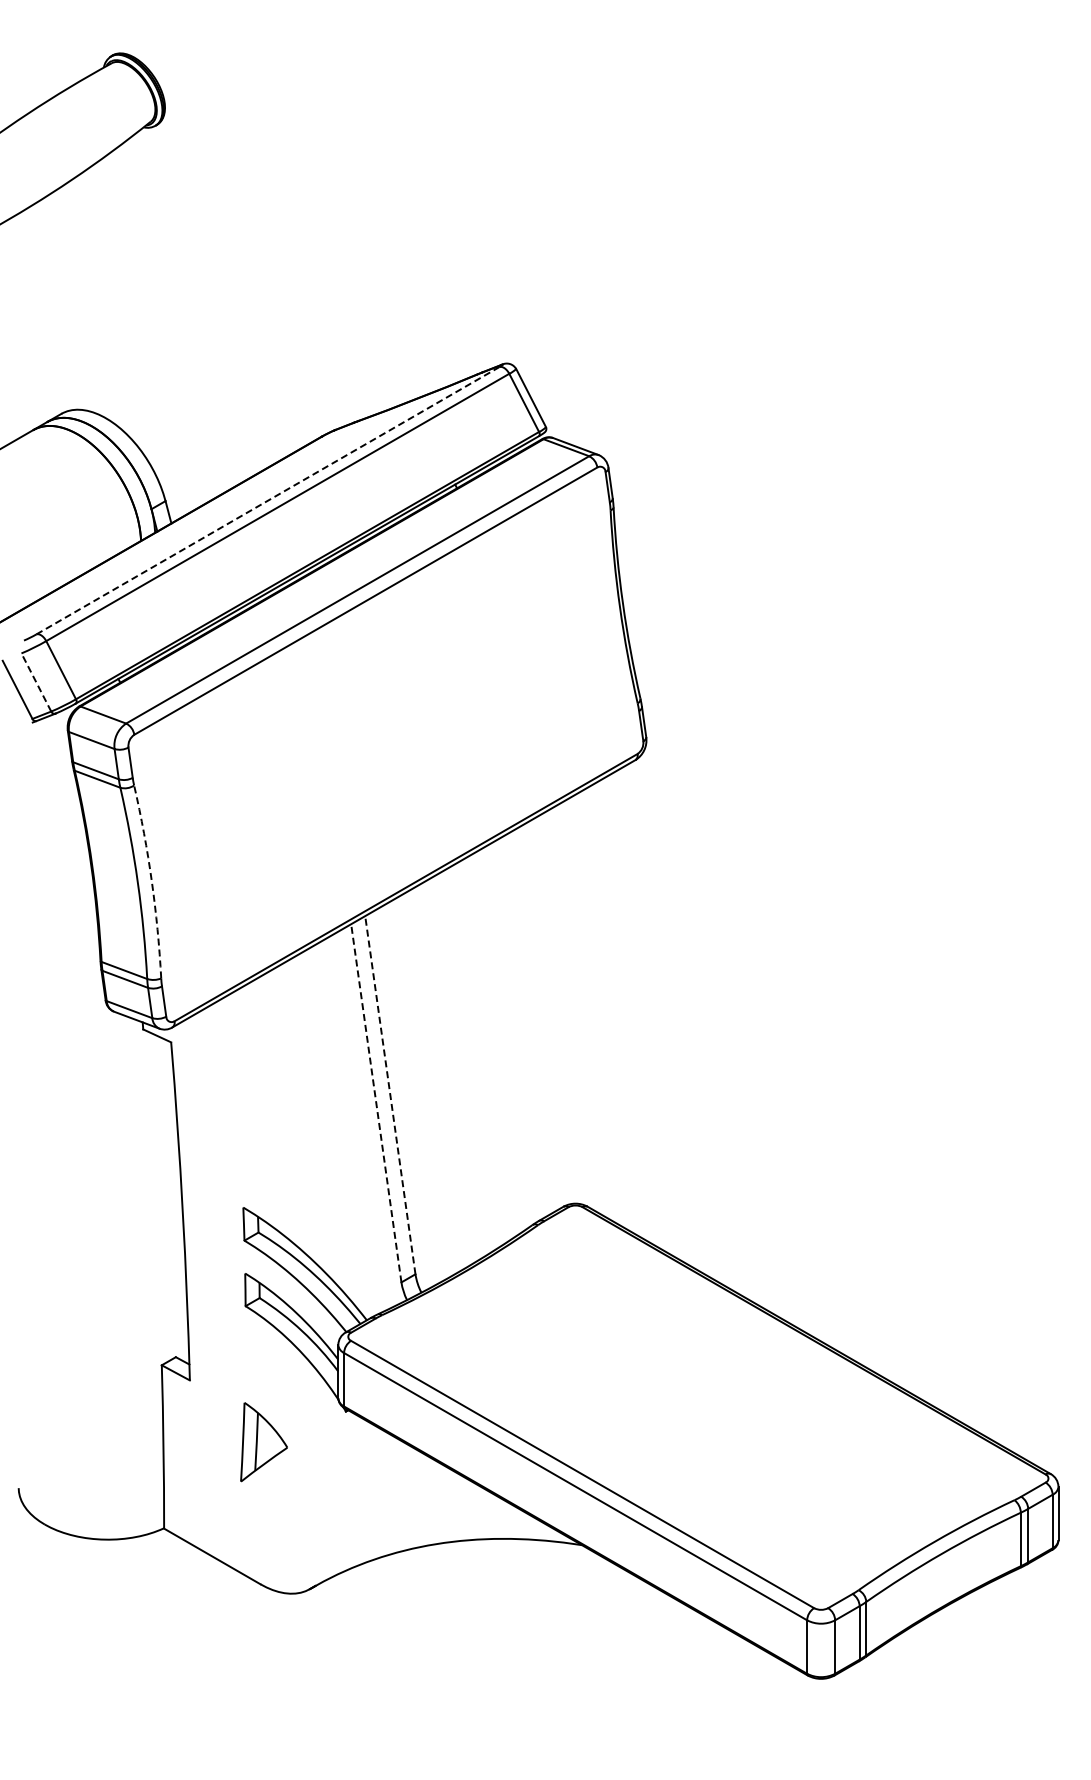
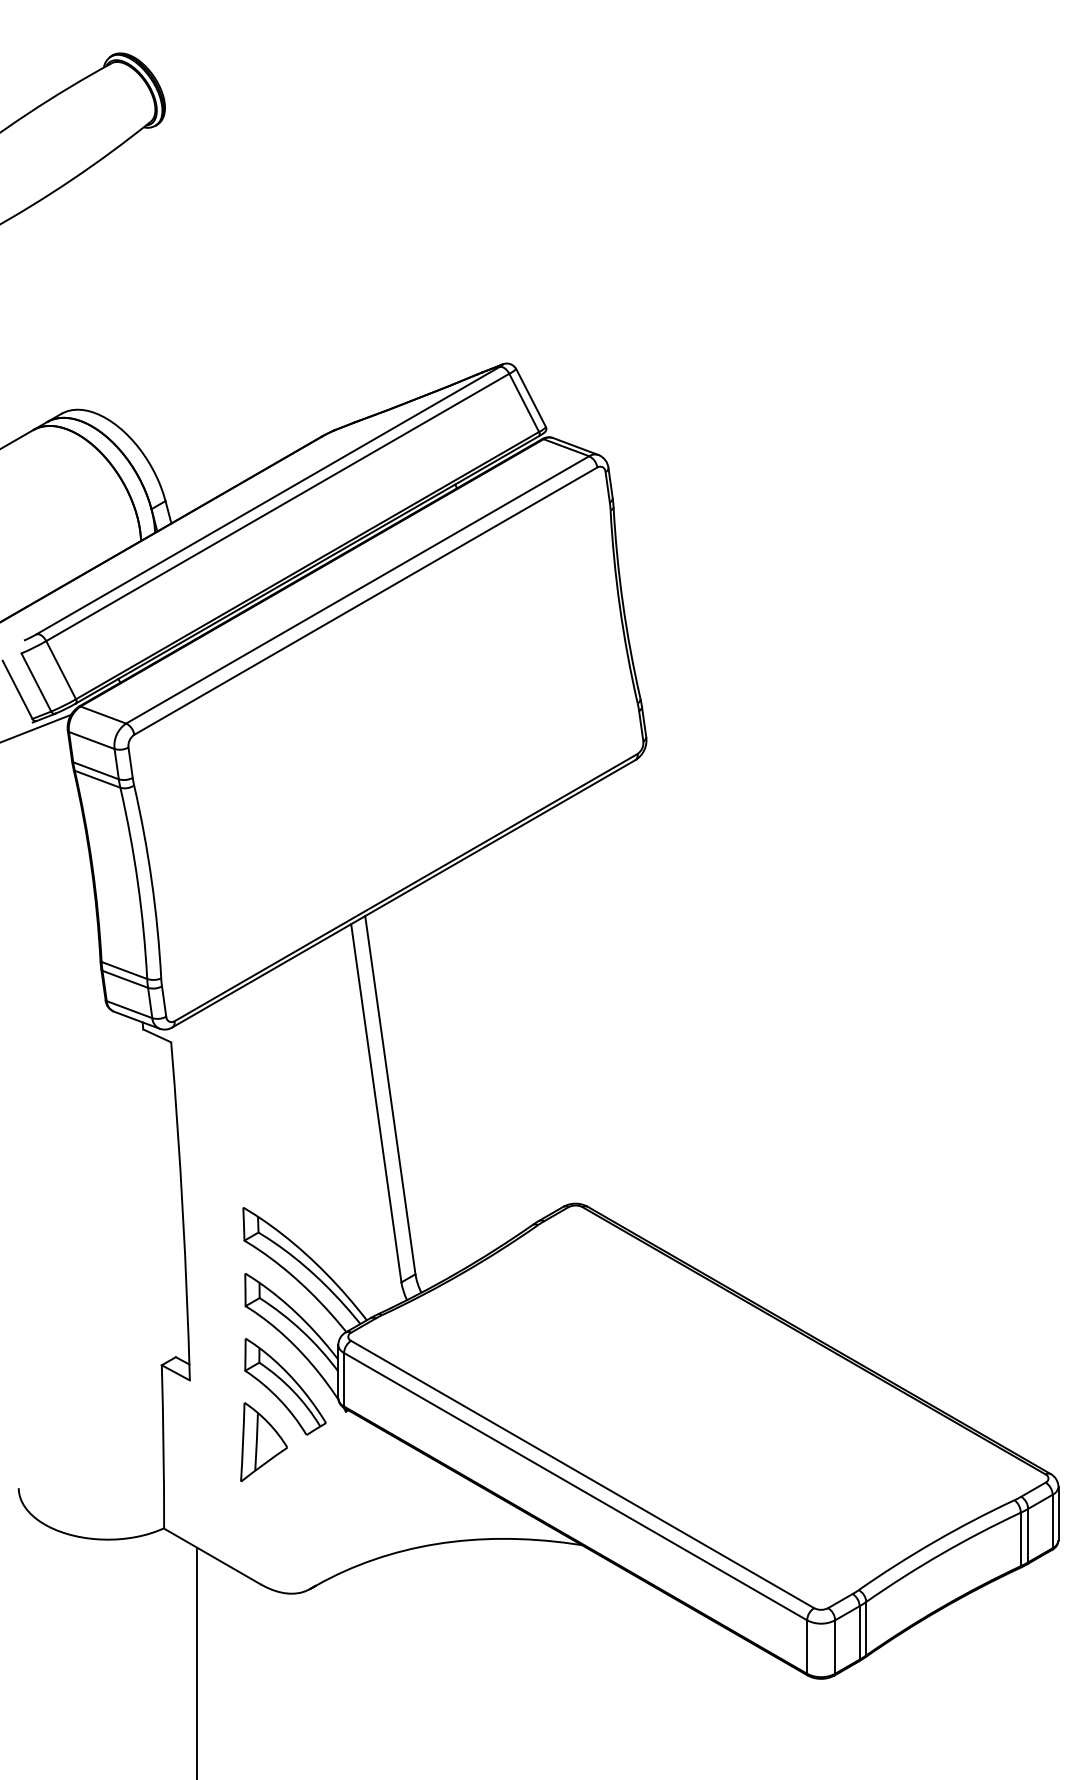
line at (268, 500): dashed -> solid
line at (36, 682): dashed -> solid
line at (36, 727): none -> present
arc at (151, 881): dashed -> solid
line at (390, 1095): dashed -> solid
line at (376, 1103): dashed -> solid
part at (285, 1386): none -> present
line at (197, 1661): none -> present
